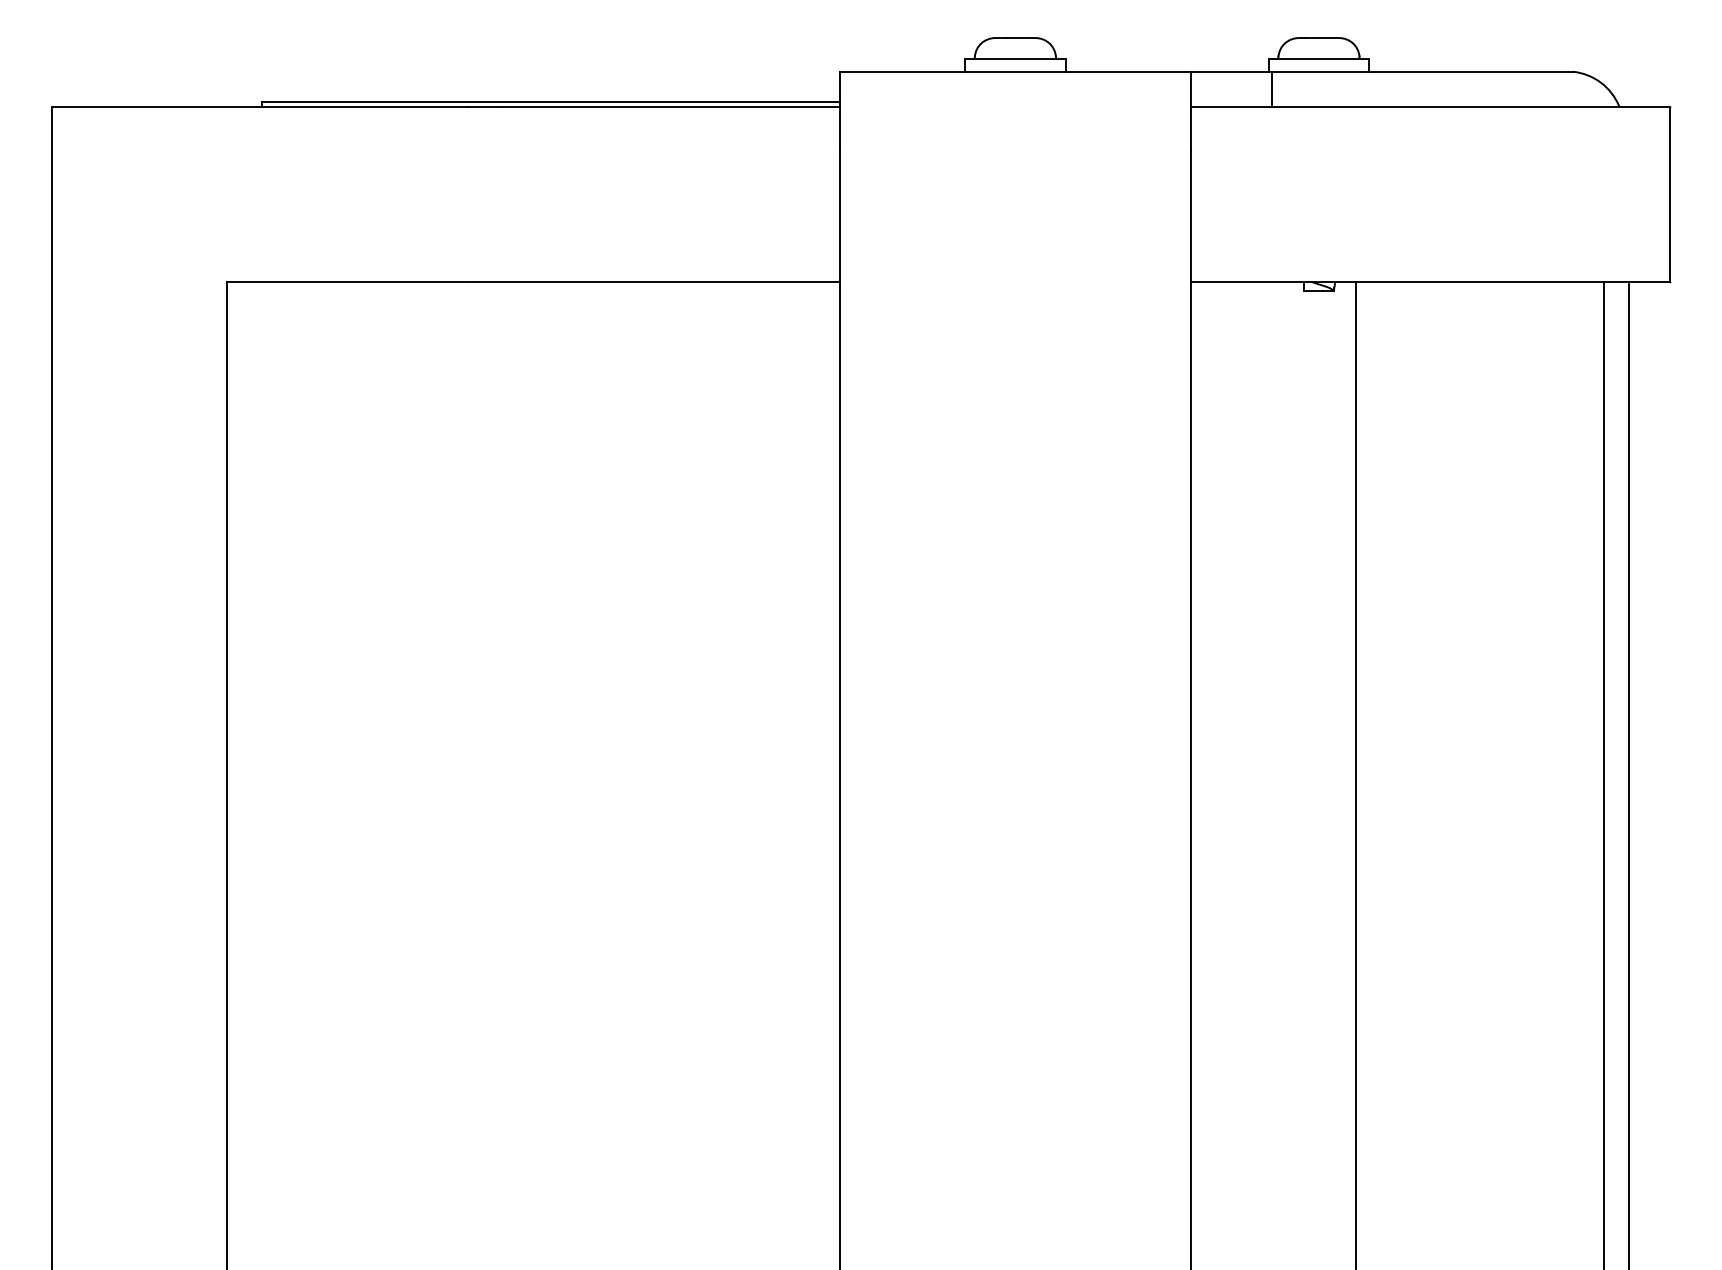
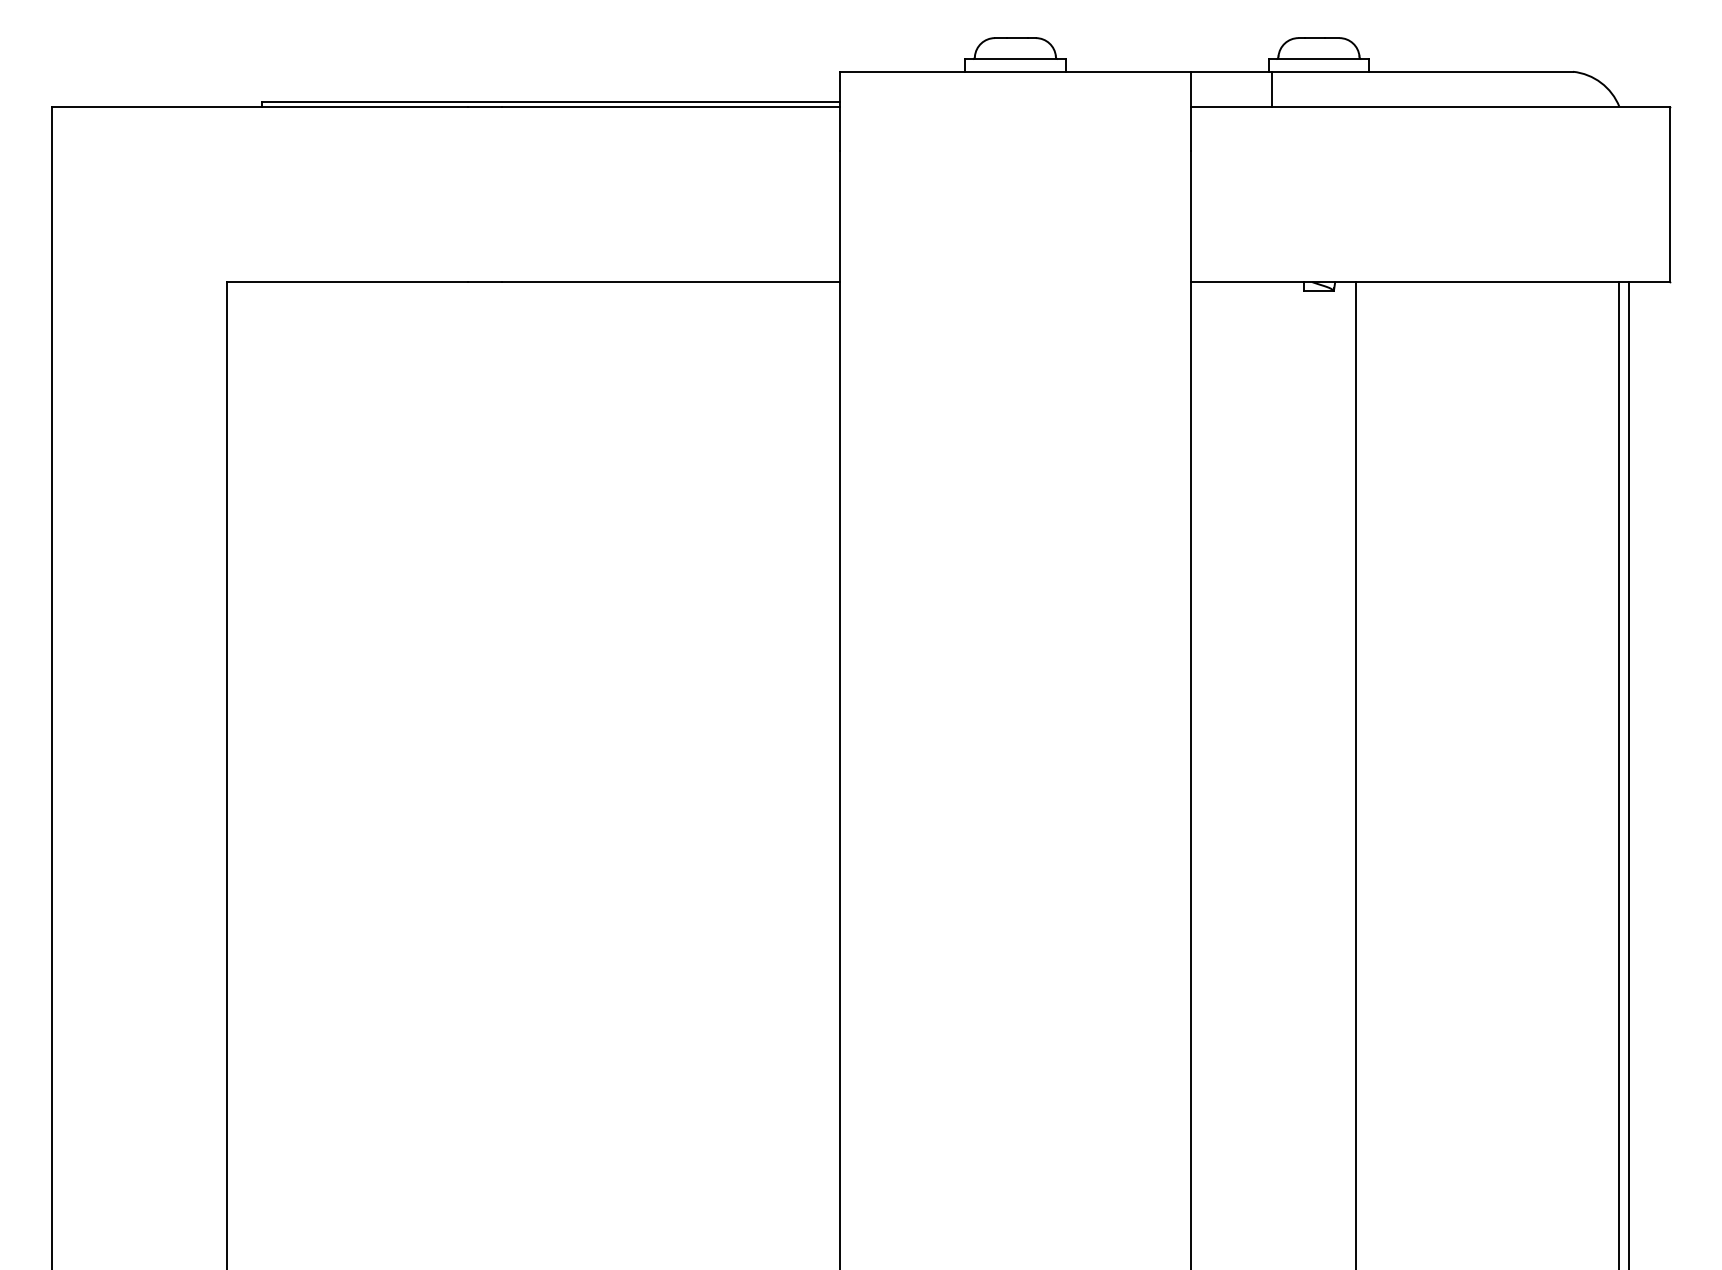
line at (1603, 774) position: (1603, 774) -> (1618, 774)
